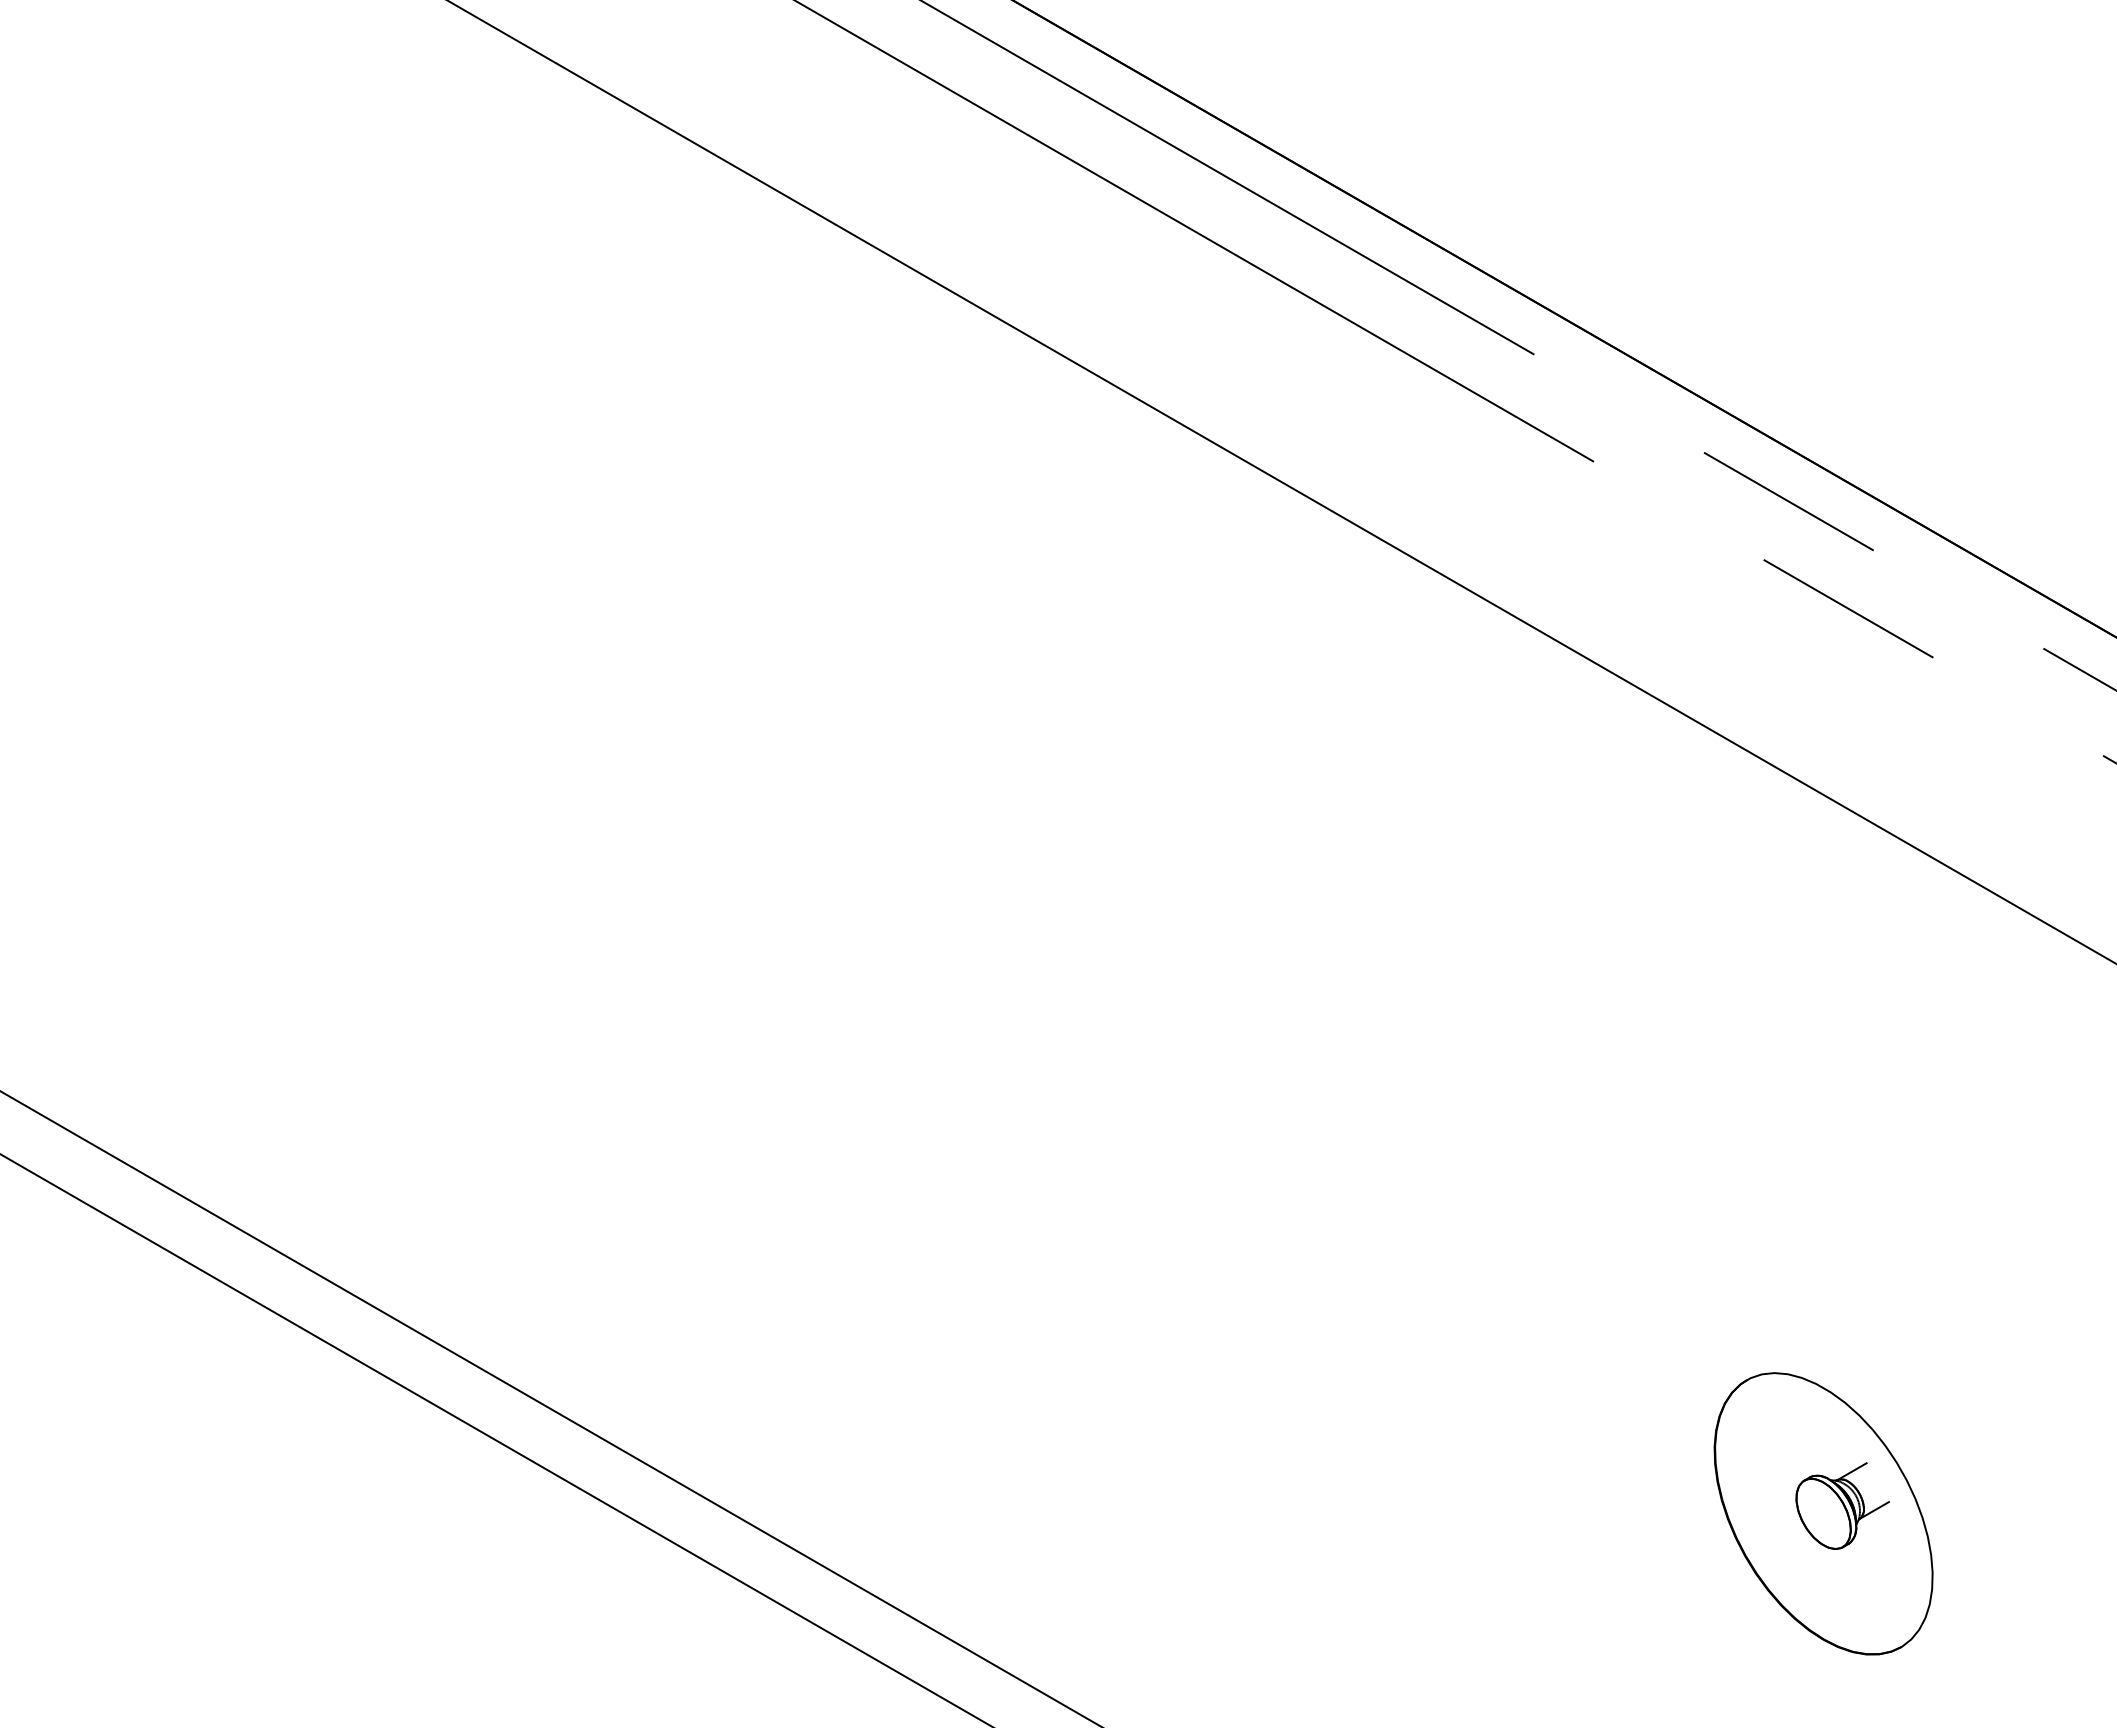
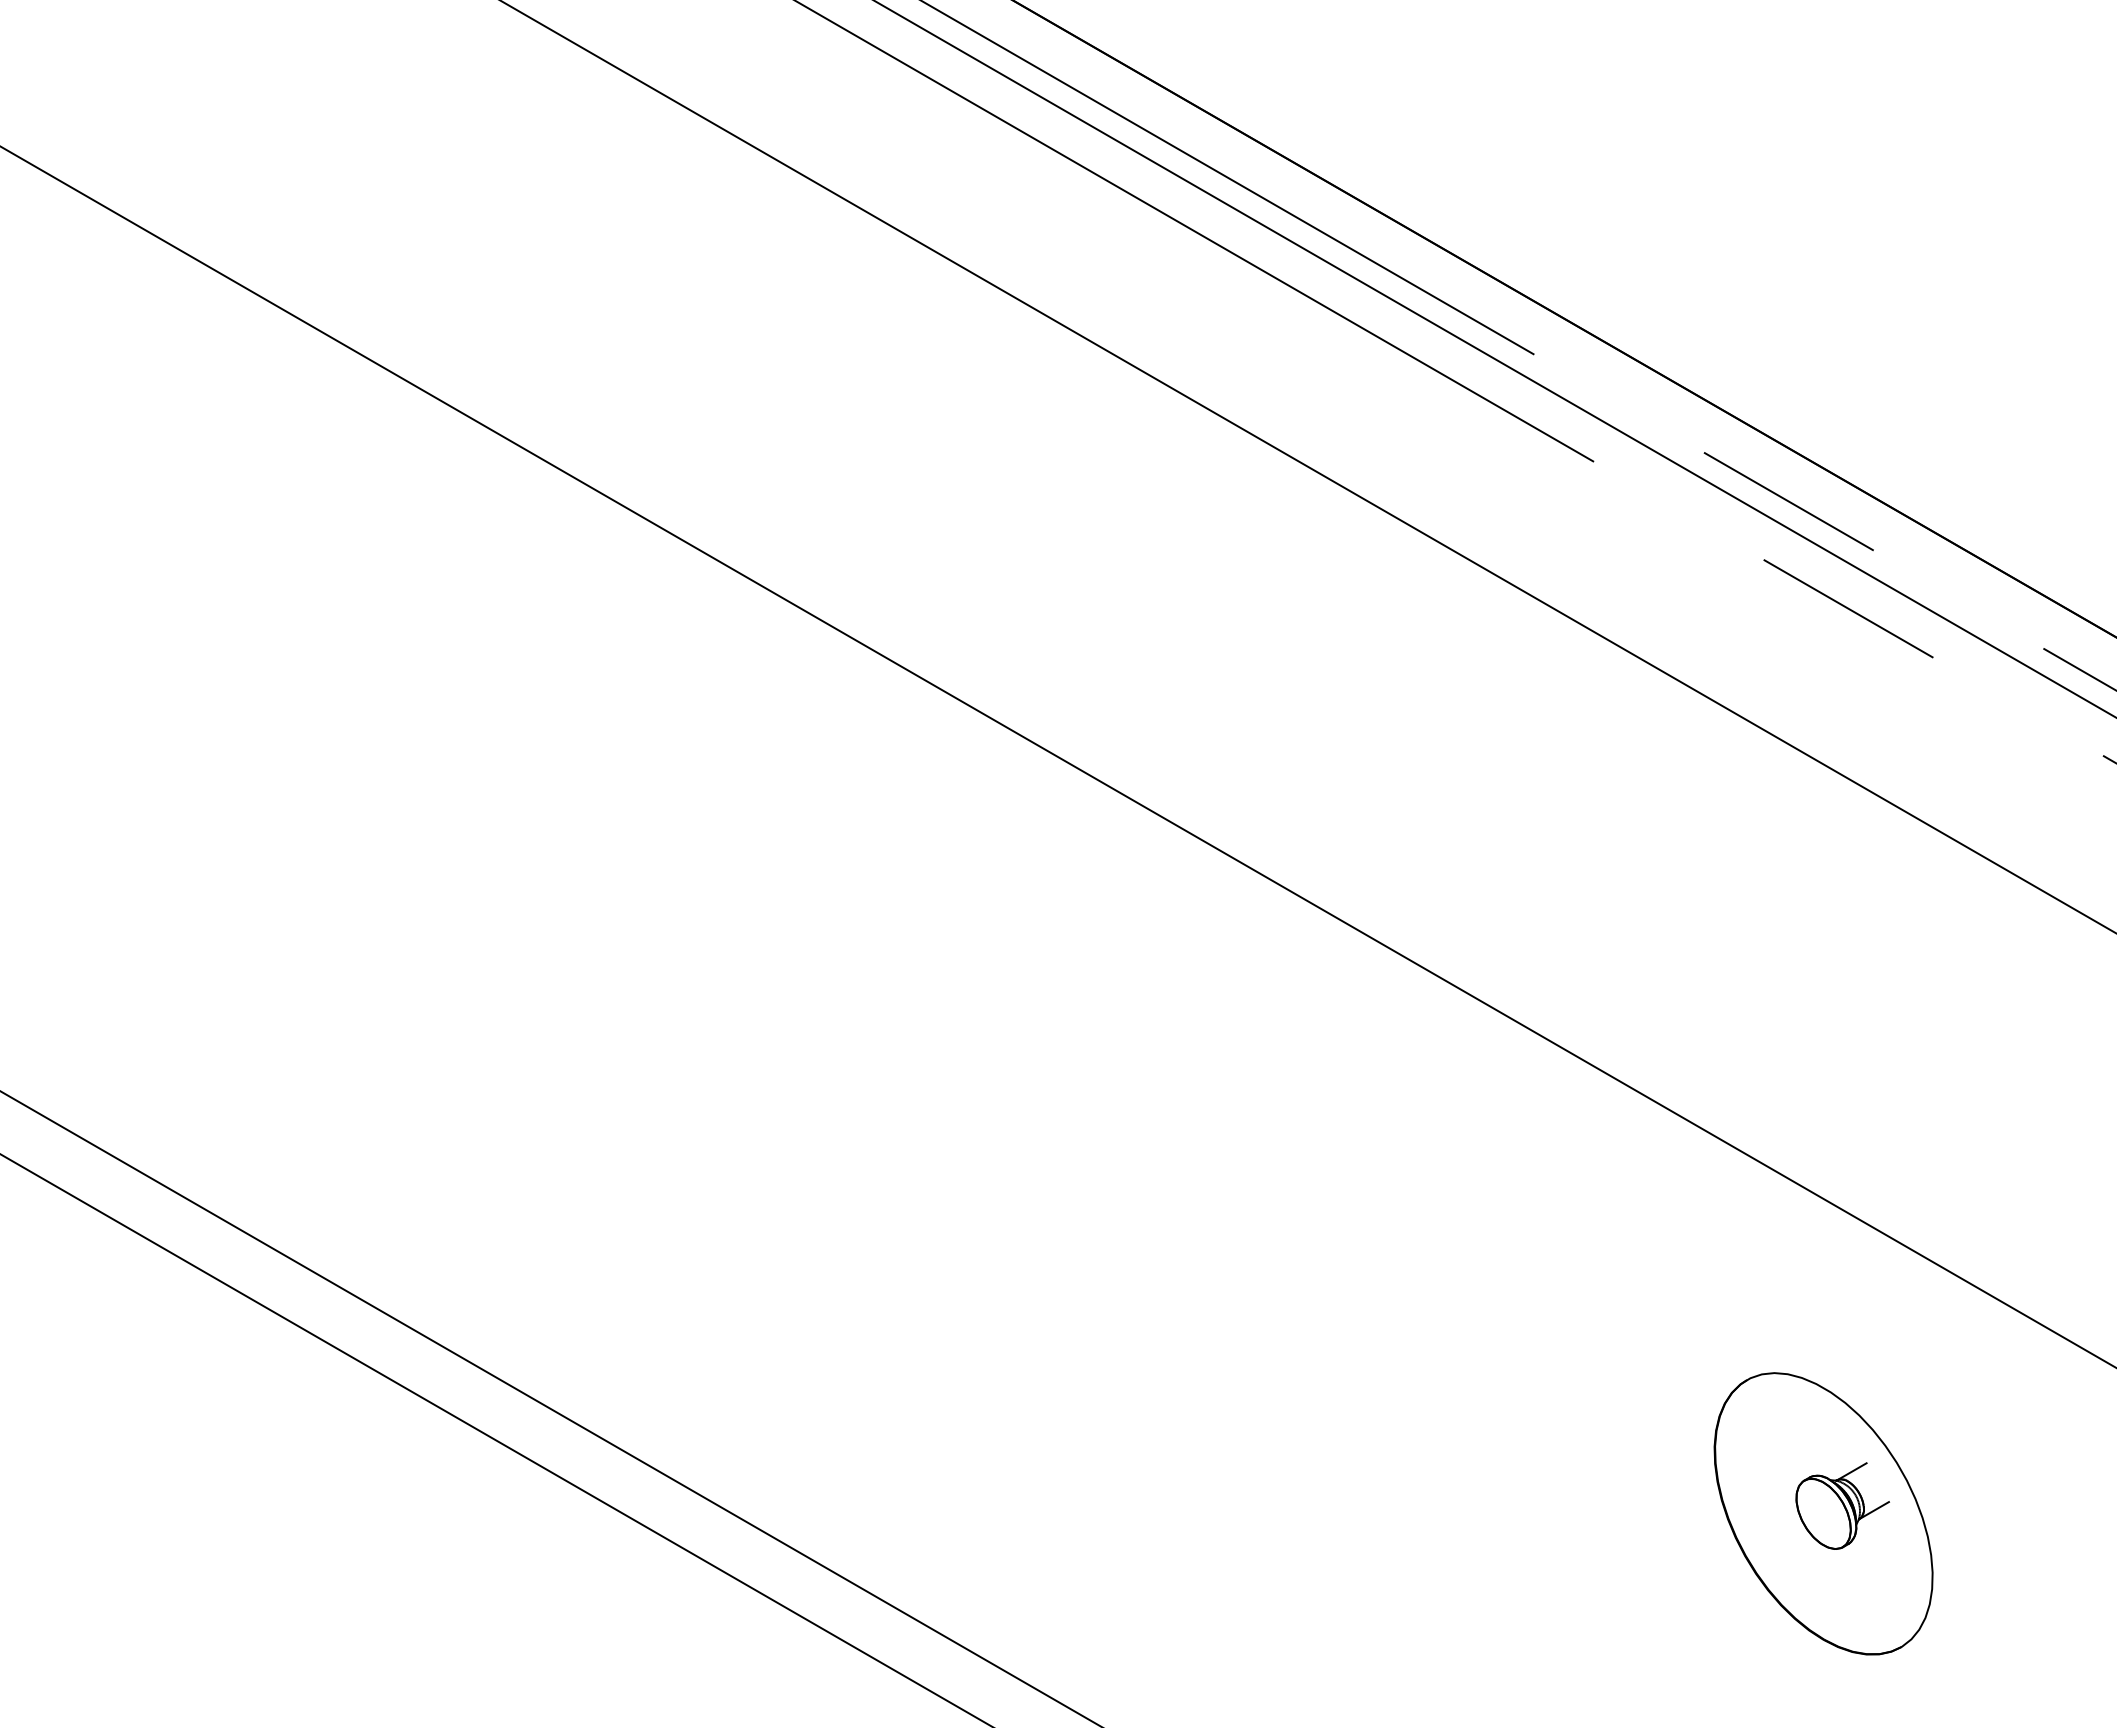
line at (1494, 358): none -> present
line at (1281, 482) position: (1281, 482) -> (1308, 466)
line at (1057, 756): none -> present
